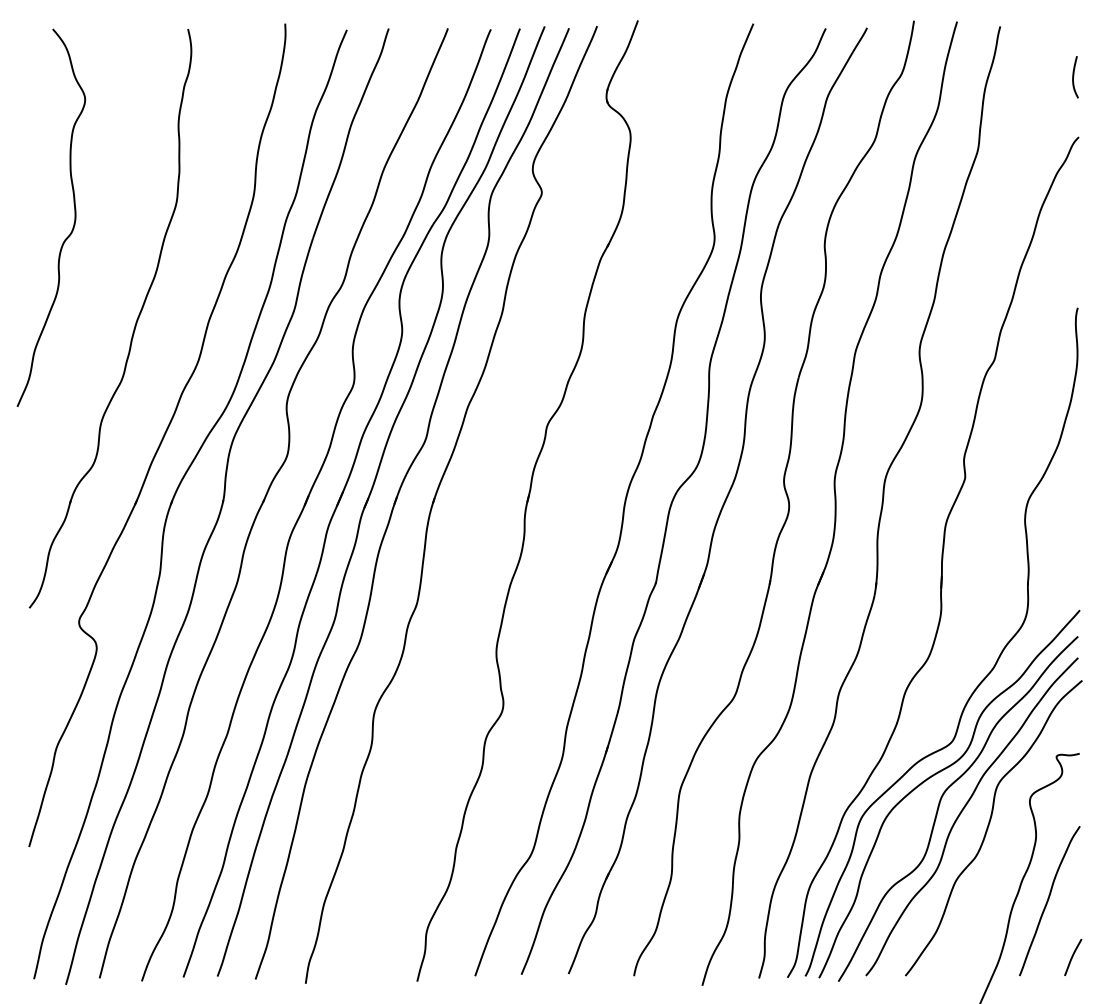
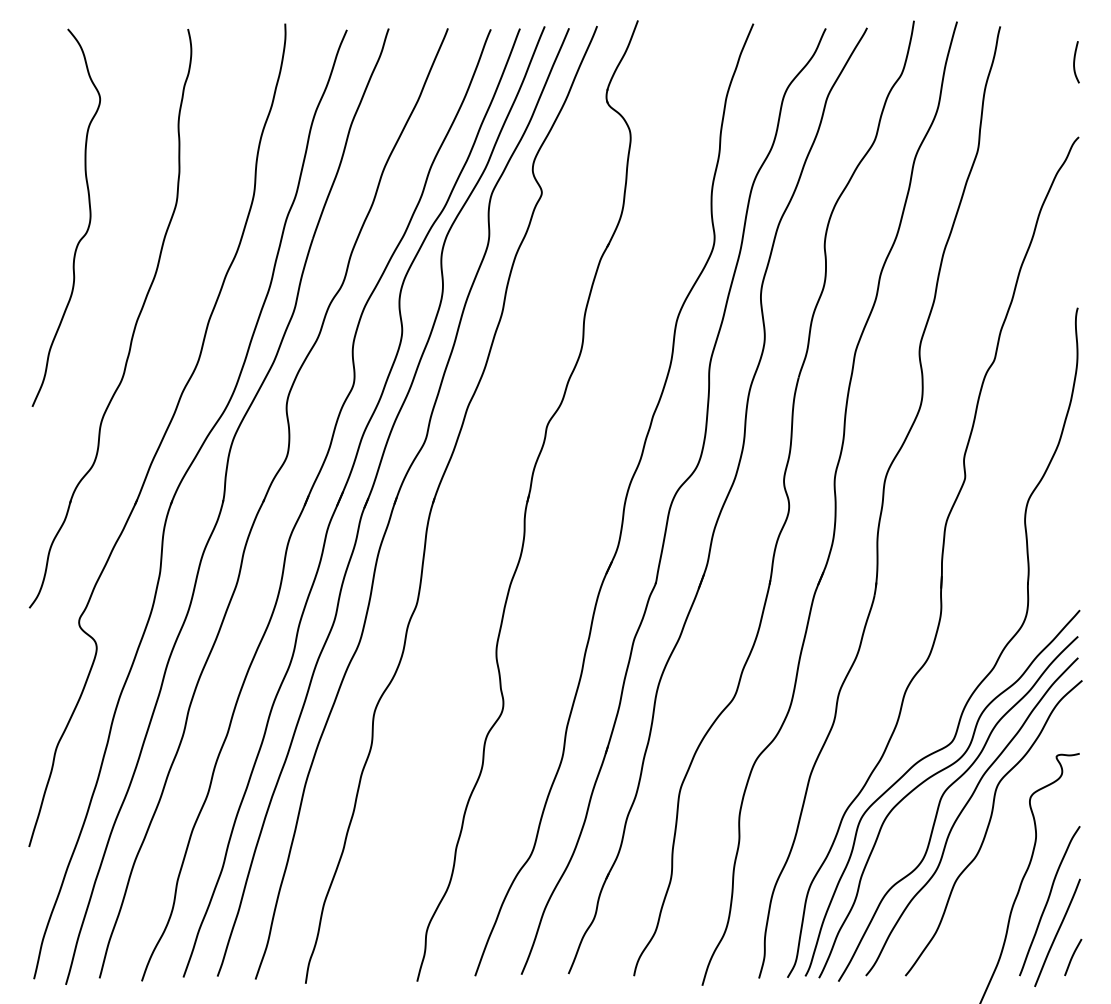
curve at (1074, 76) position: (1074, 76) -> (1075, 61)
curve at (73, 223) position: (73, 223) -> (88, 223)
line at (1057, 932): none -> present
